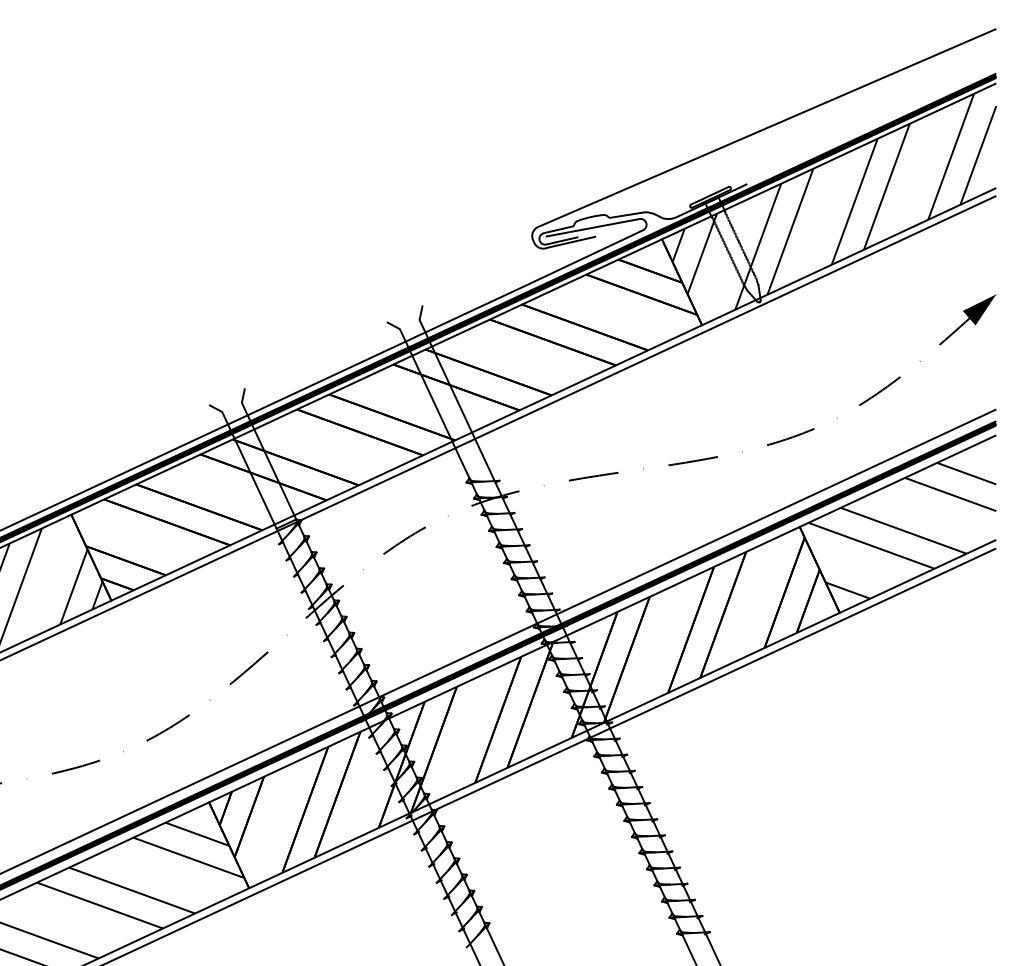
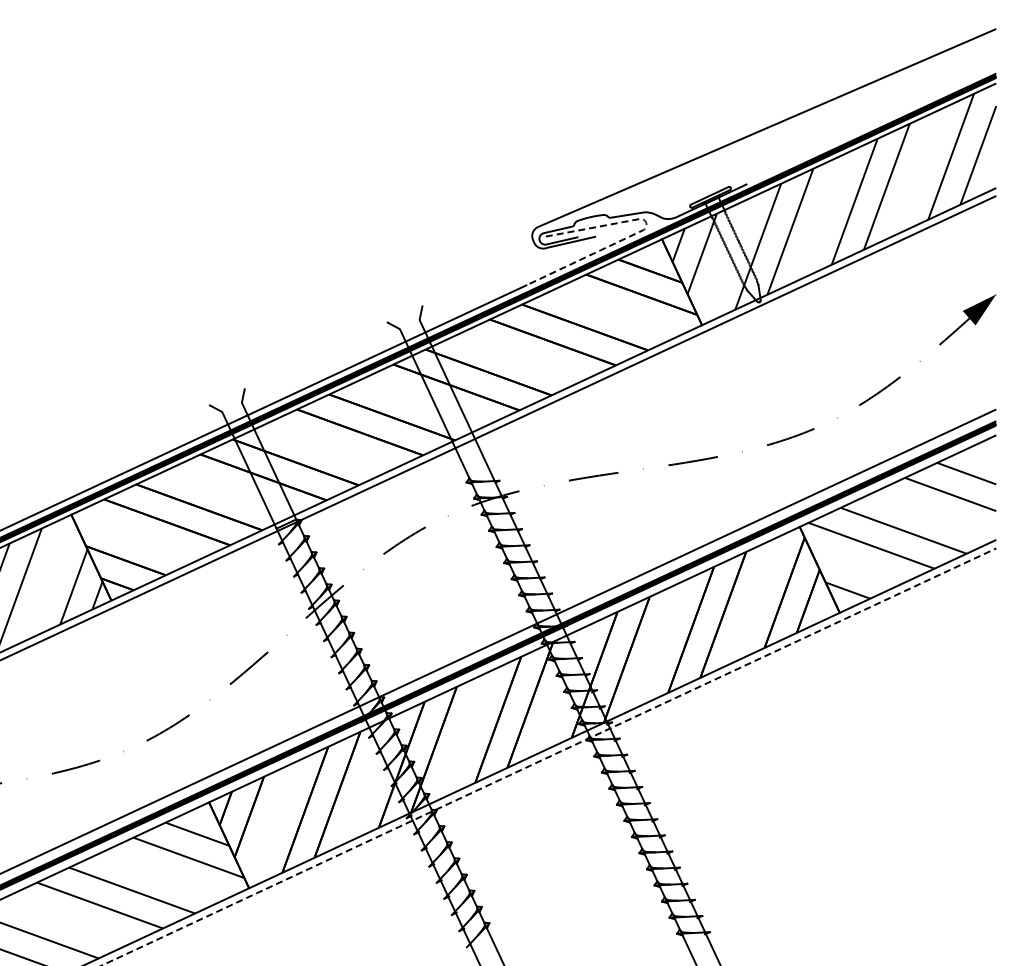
line at (643, 230): solid -> dashed
line at (548, 757): solid -> dashed
